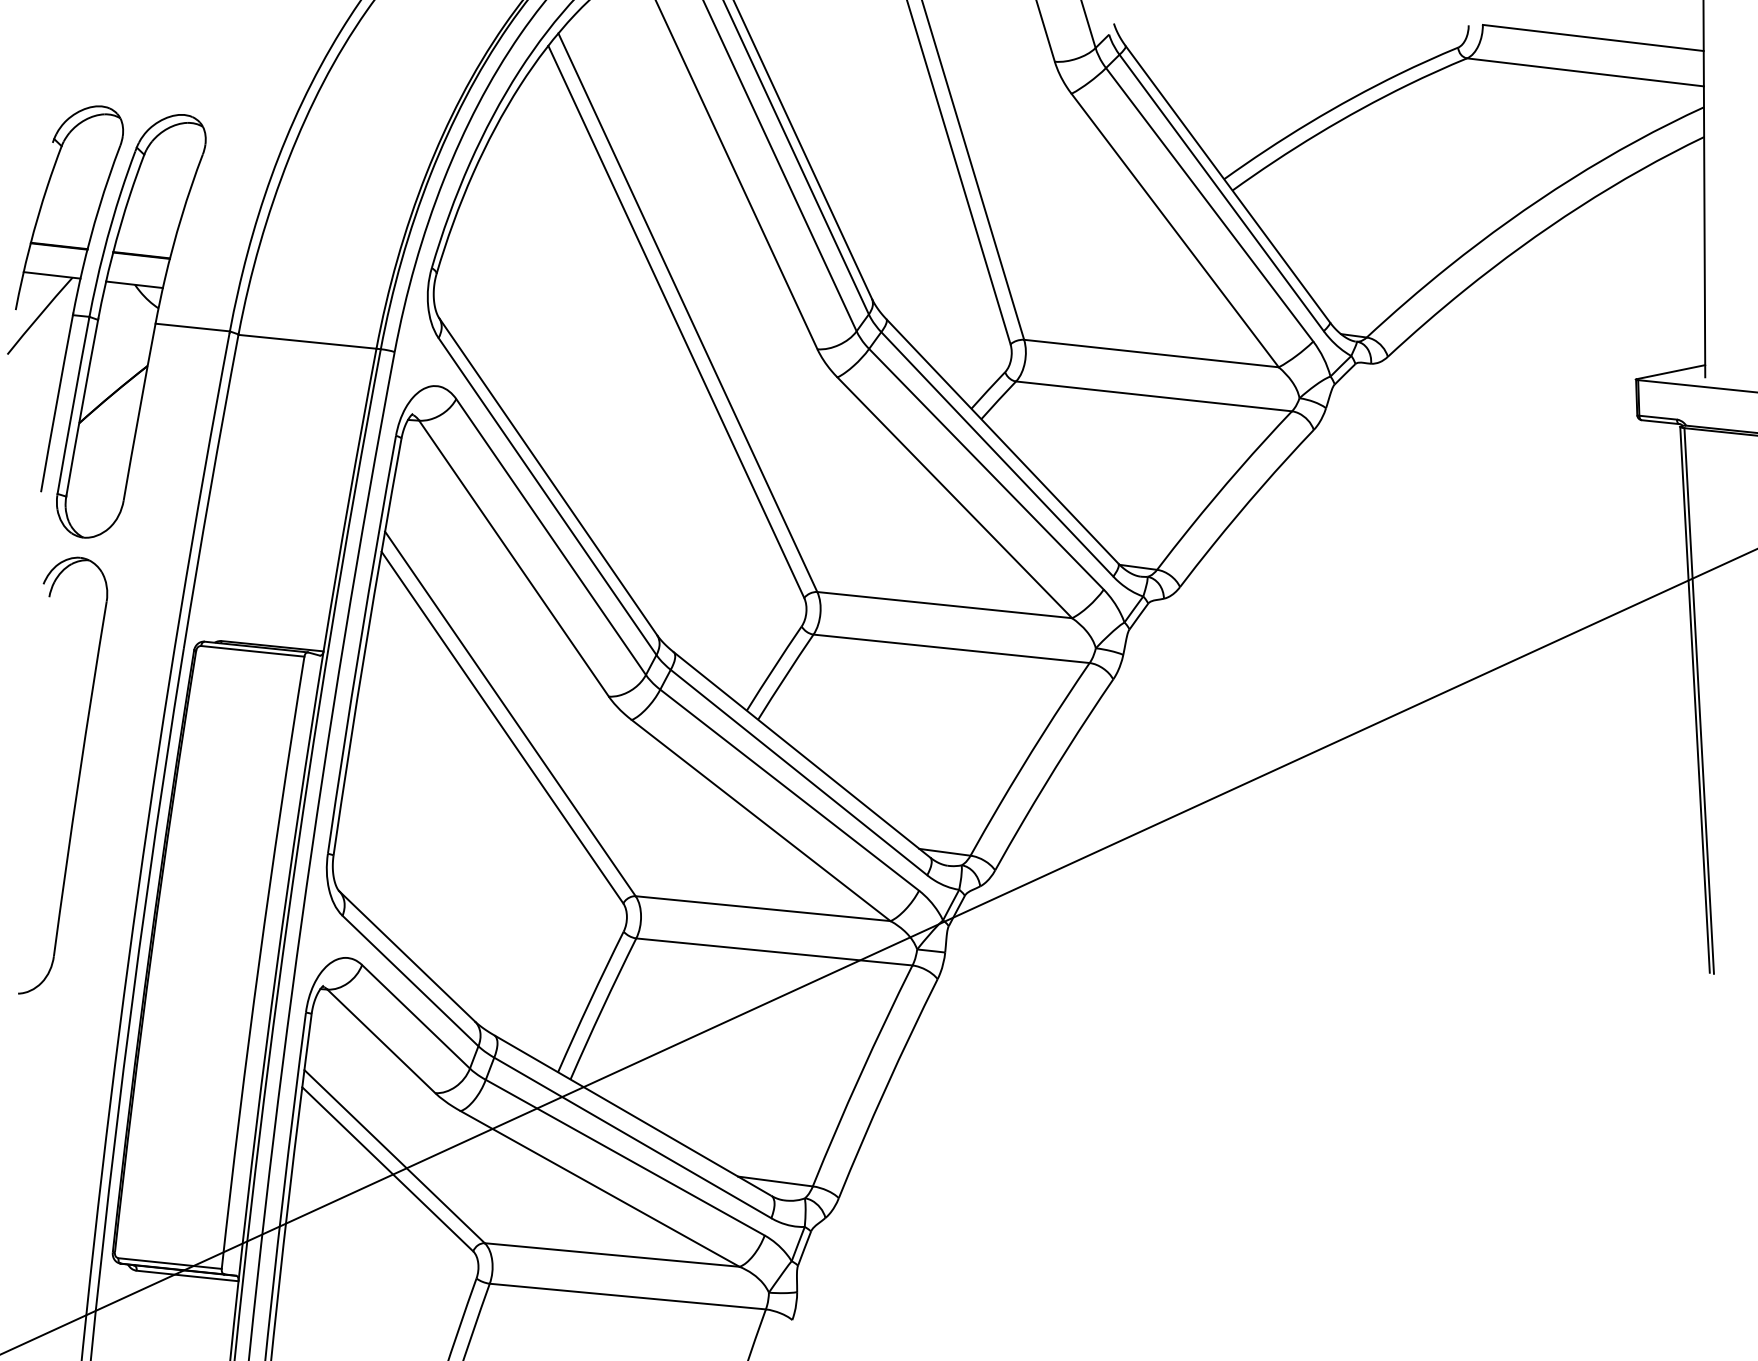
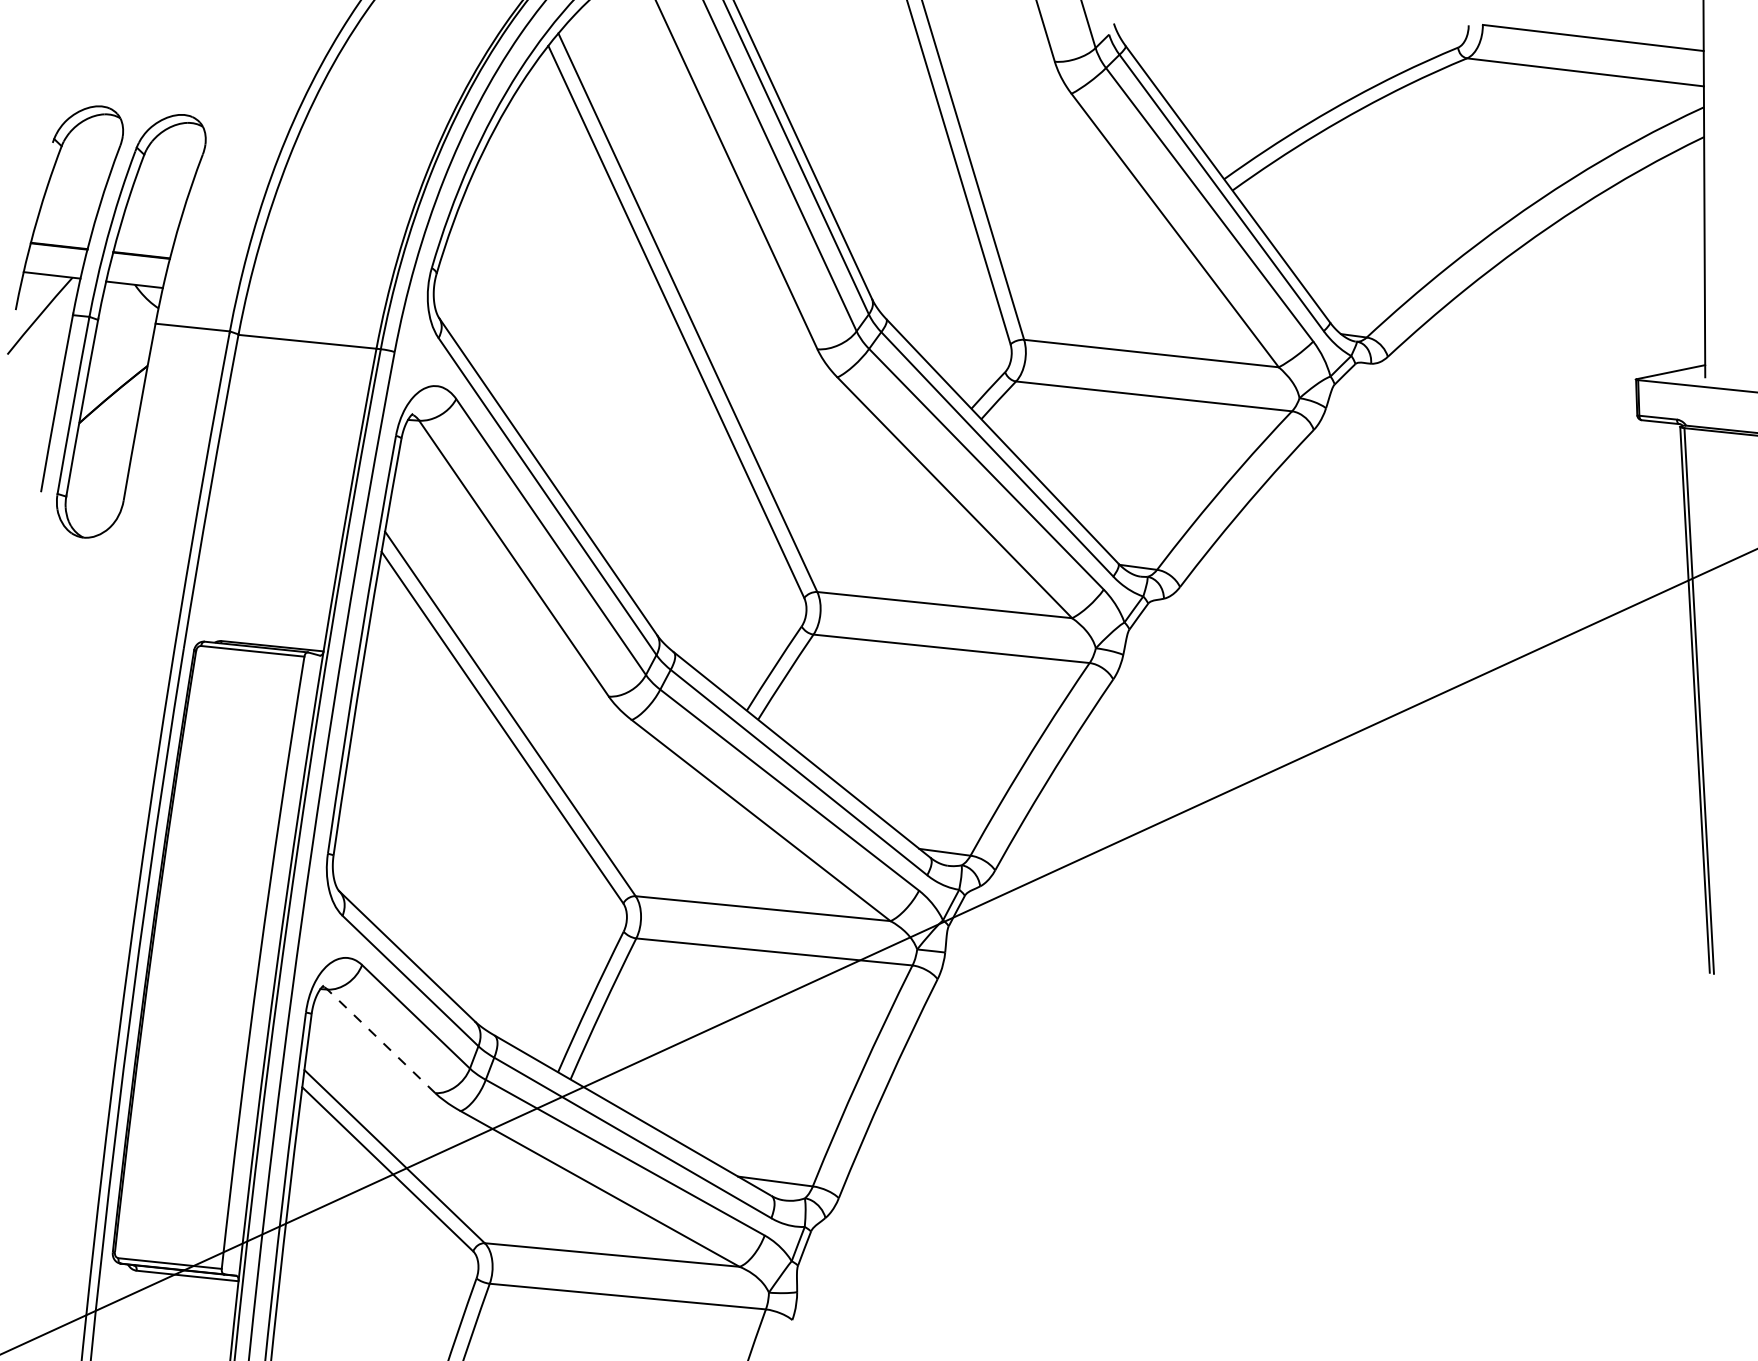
part at (77, 780): present -> none
line at (381, 1041): solid -> dashed
